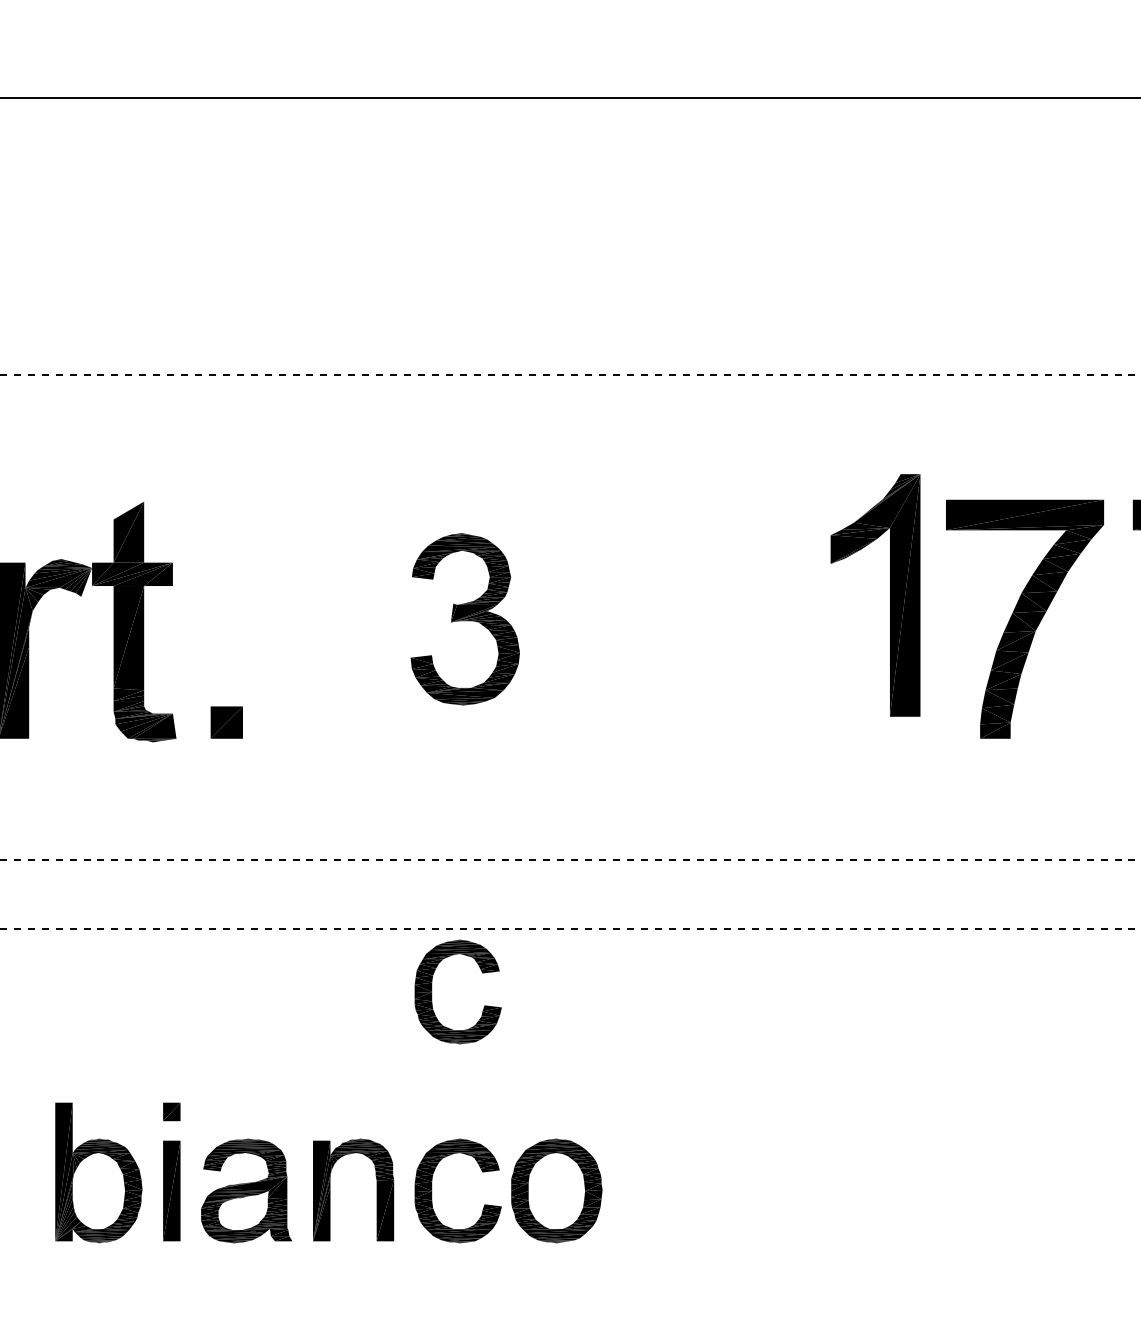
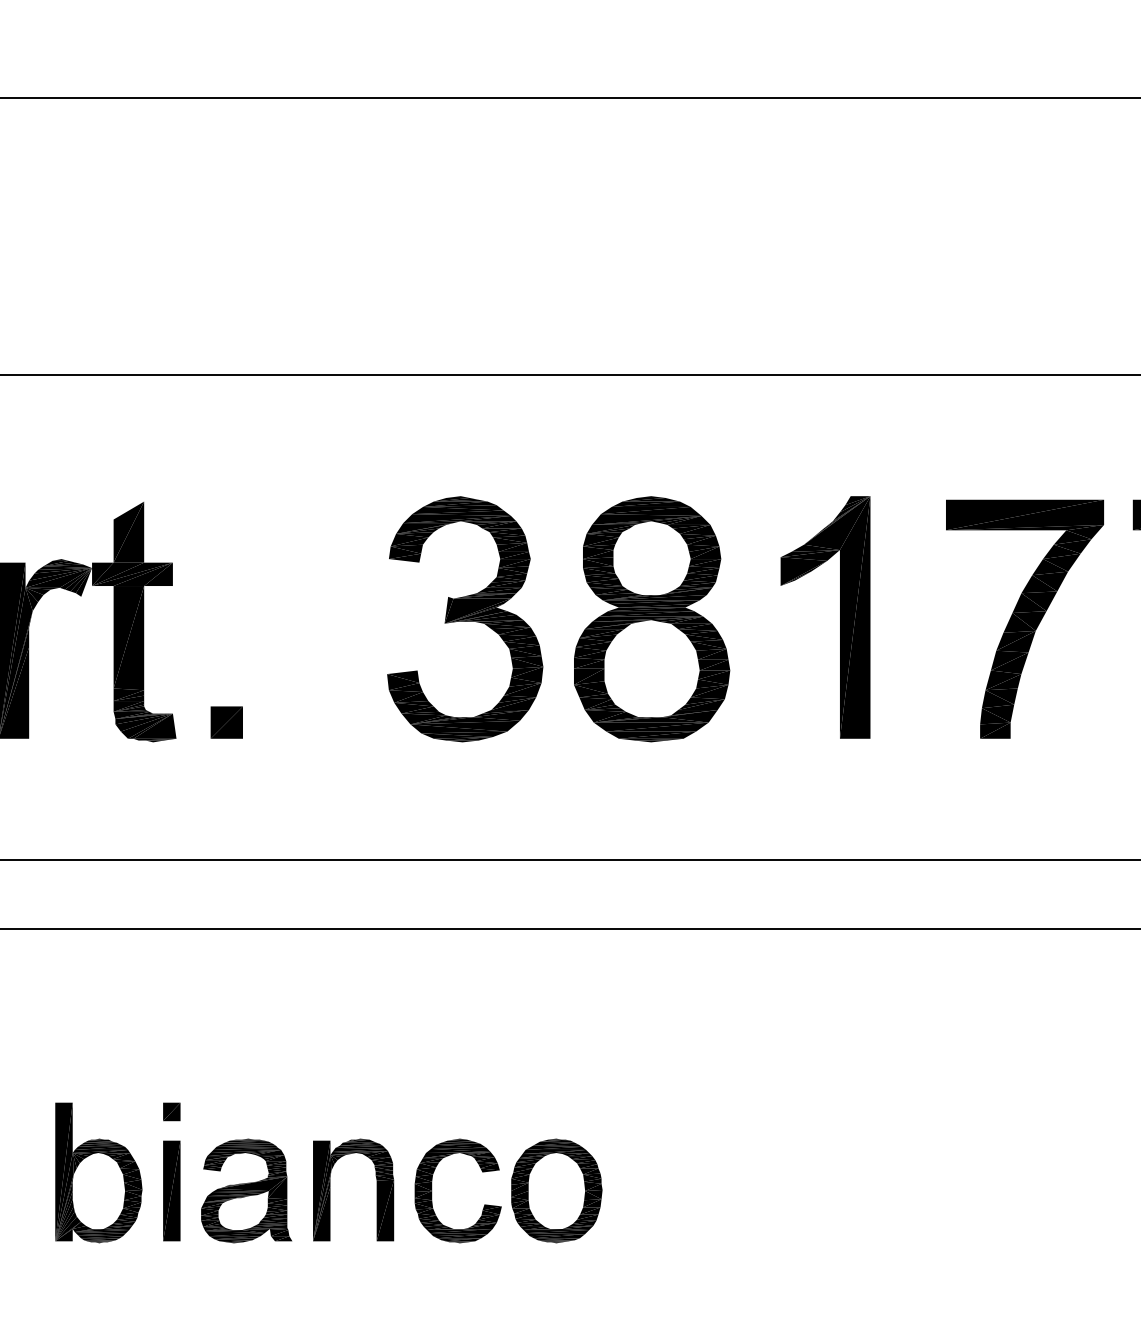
line at (570, 374): dashed -> solid
part at (890, 595) position: (890, 595) -> (840, 617)
part at (464, 619) size: 110x173 px -> 157x247 px
part at (652, 619): none -> present
line at (570, 860): dashed -> solid
line at (570, 929): dashed -> solid
part at (432, 991): present -> none
